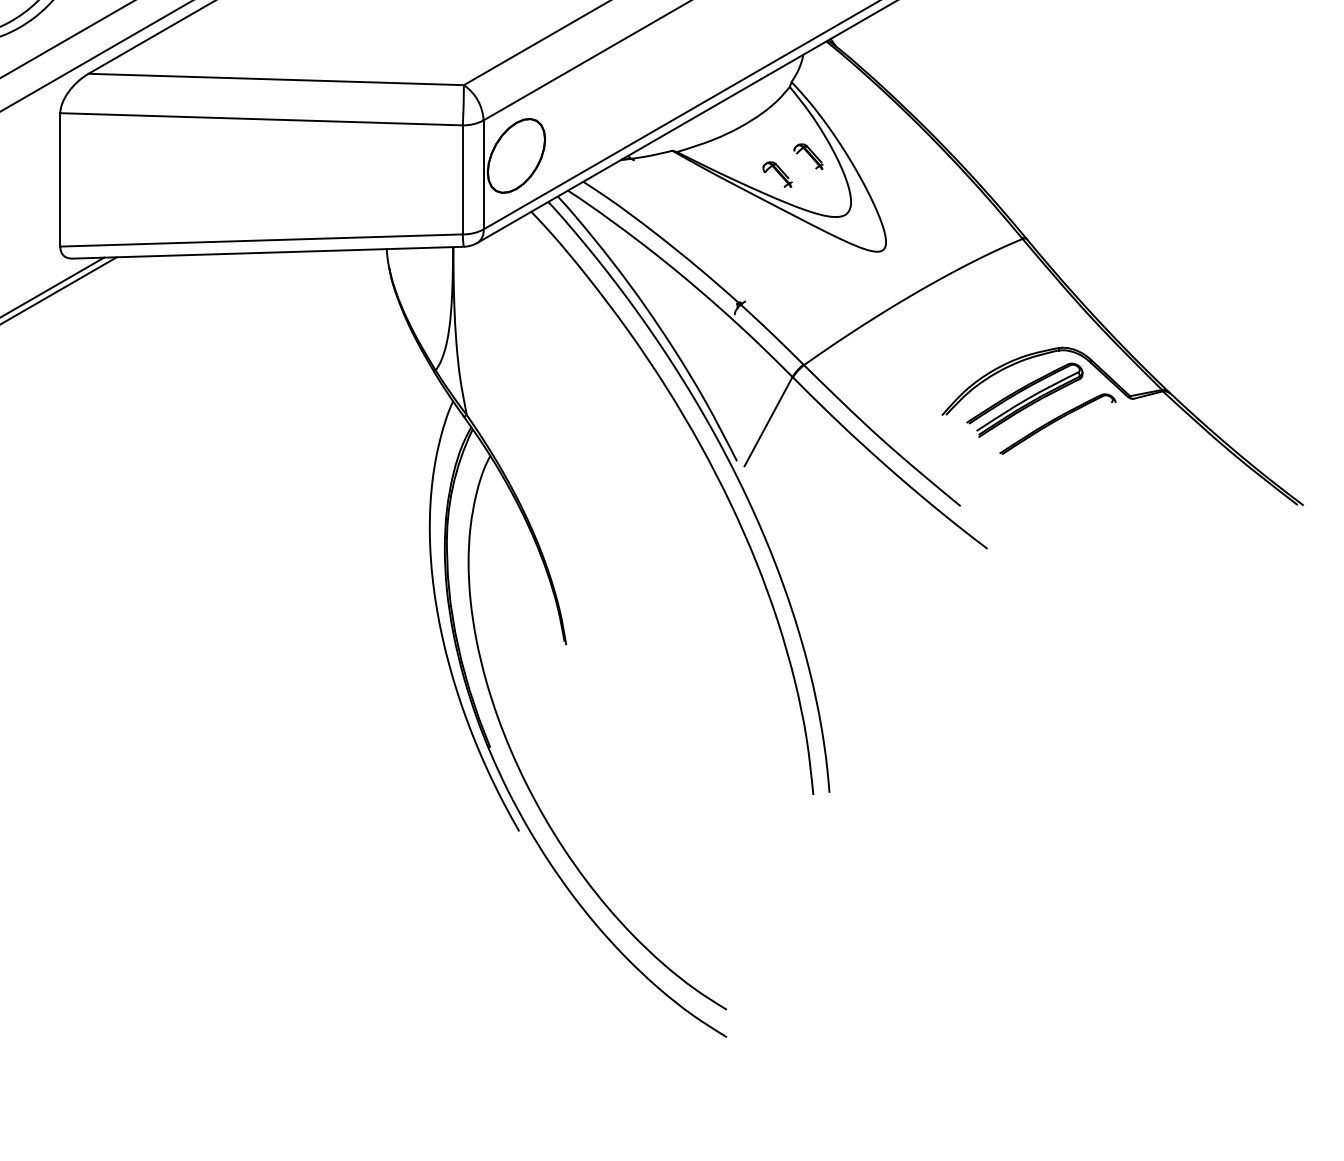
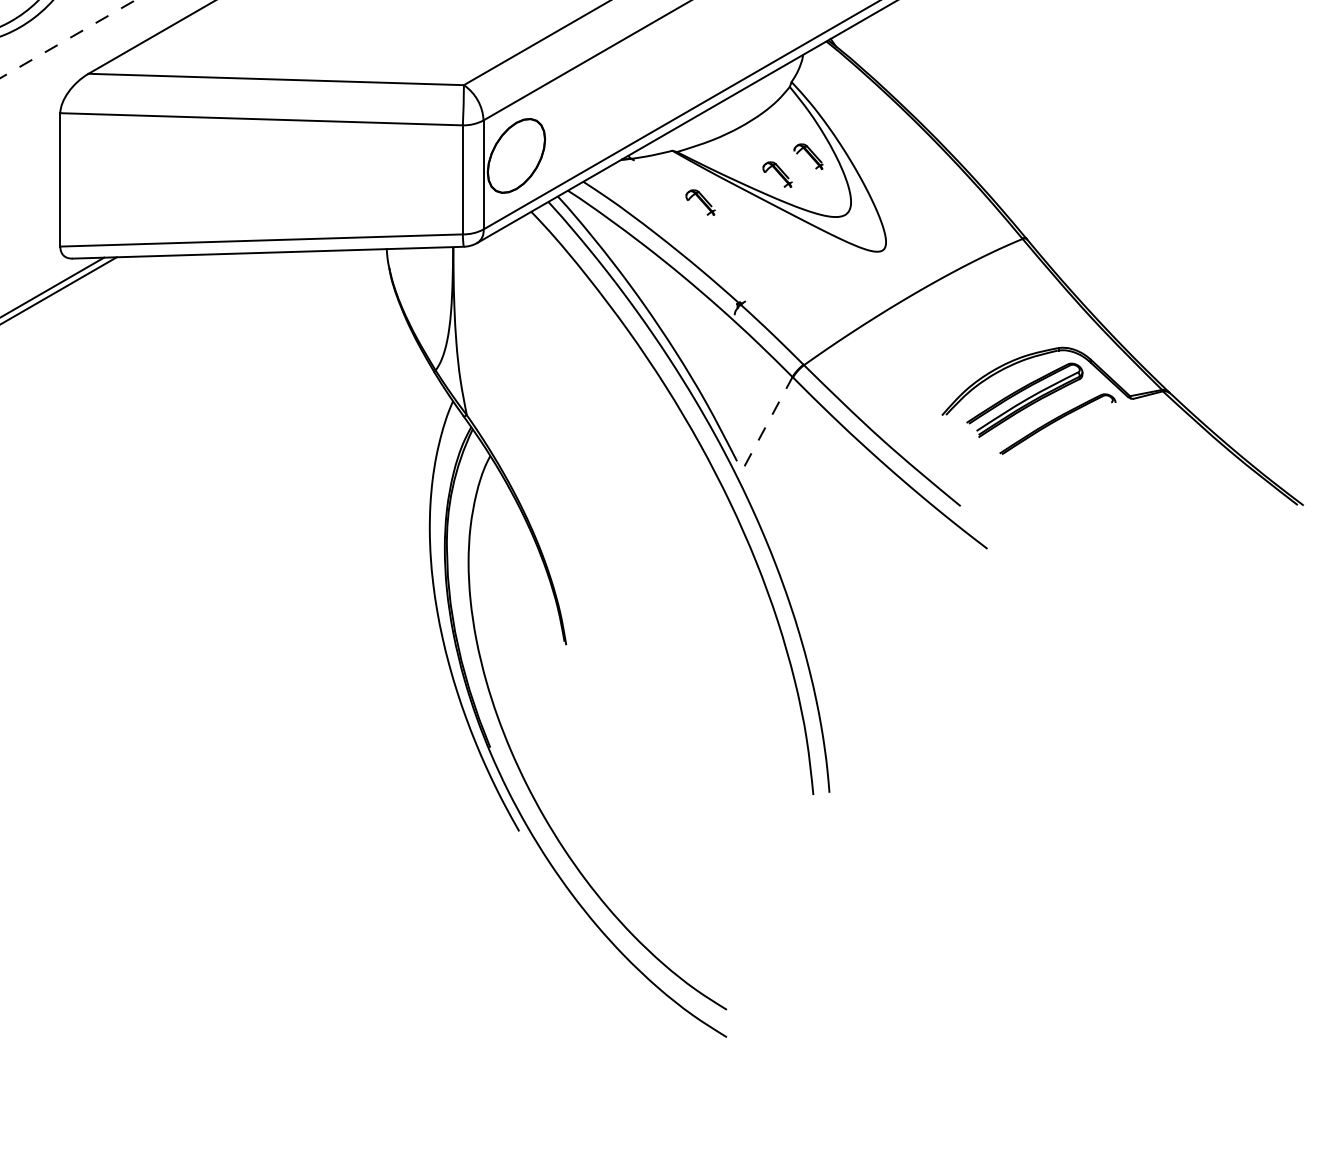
line at (67, 39): solid -> dashed
line at (95, 56): present -> none
part at (700, 202): none -> present
line at (768, 421): solid -> dashed
